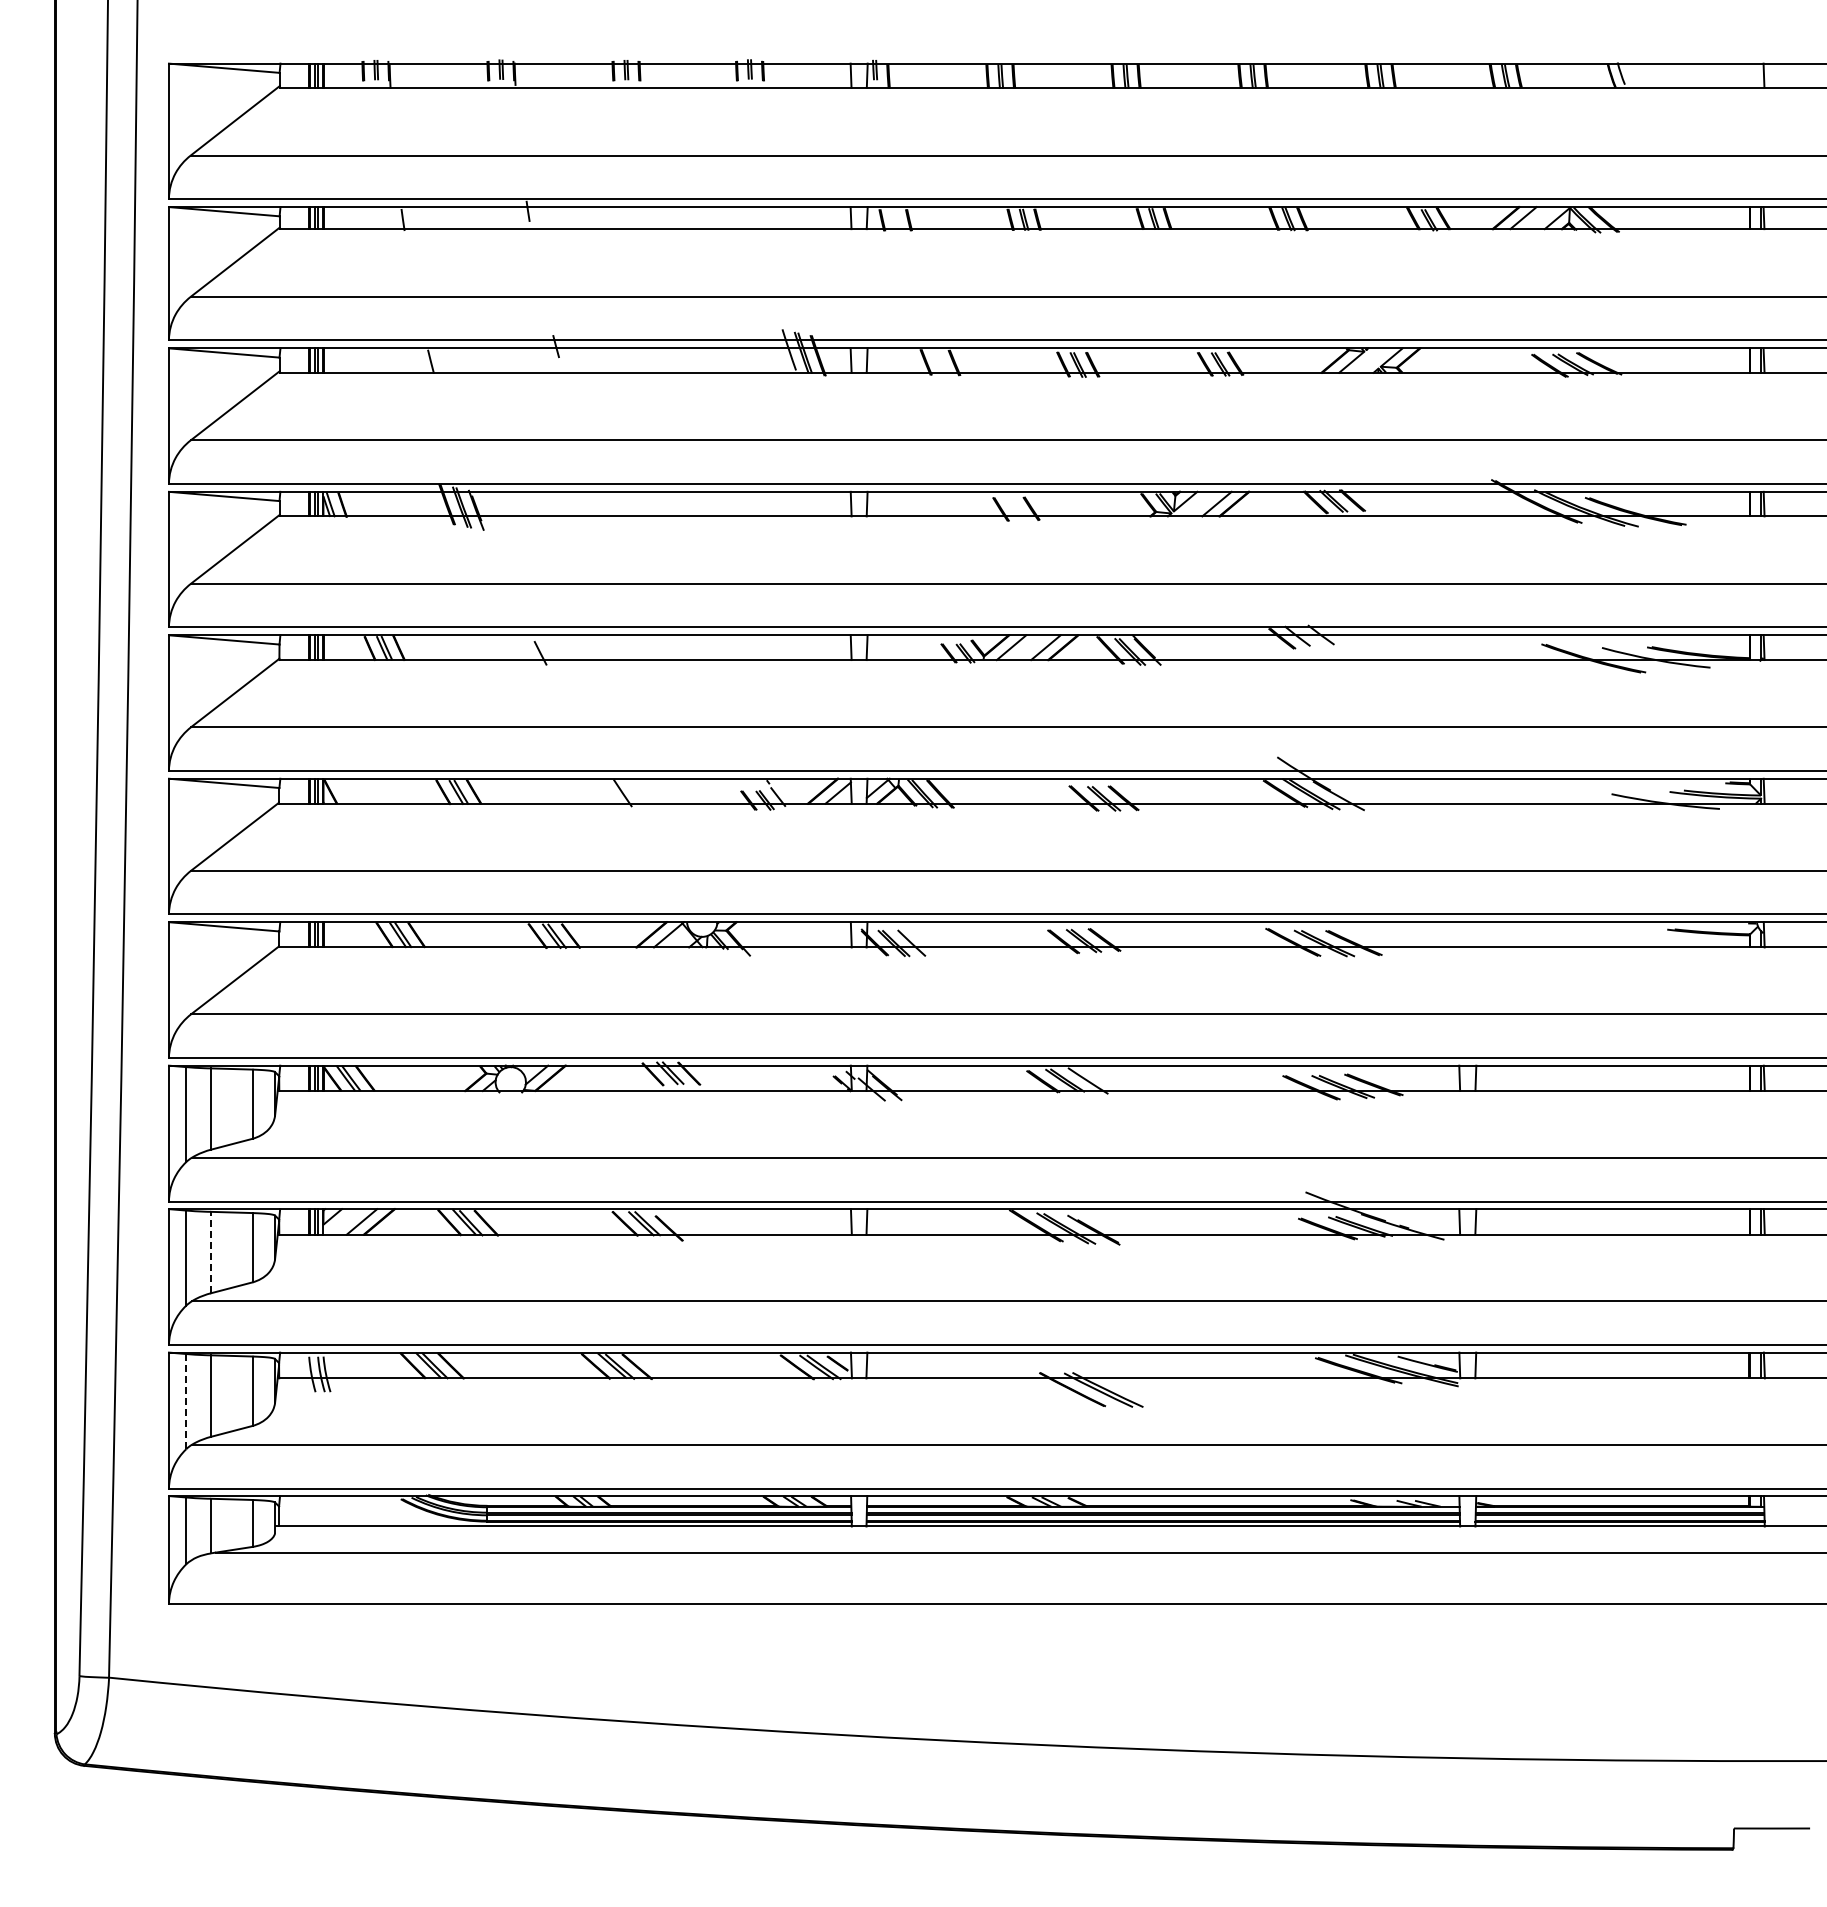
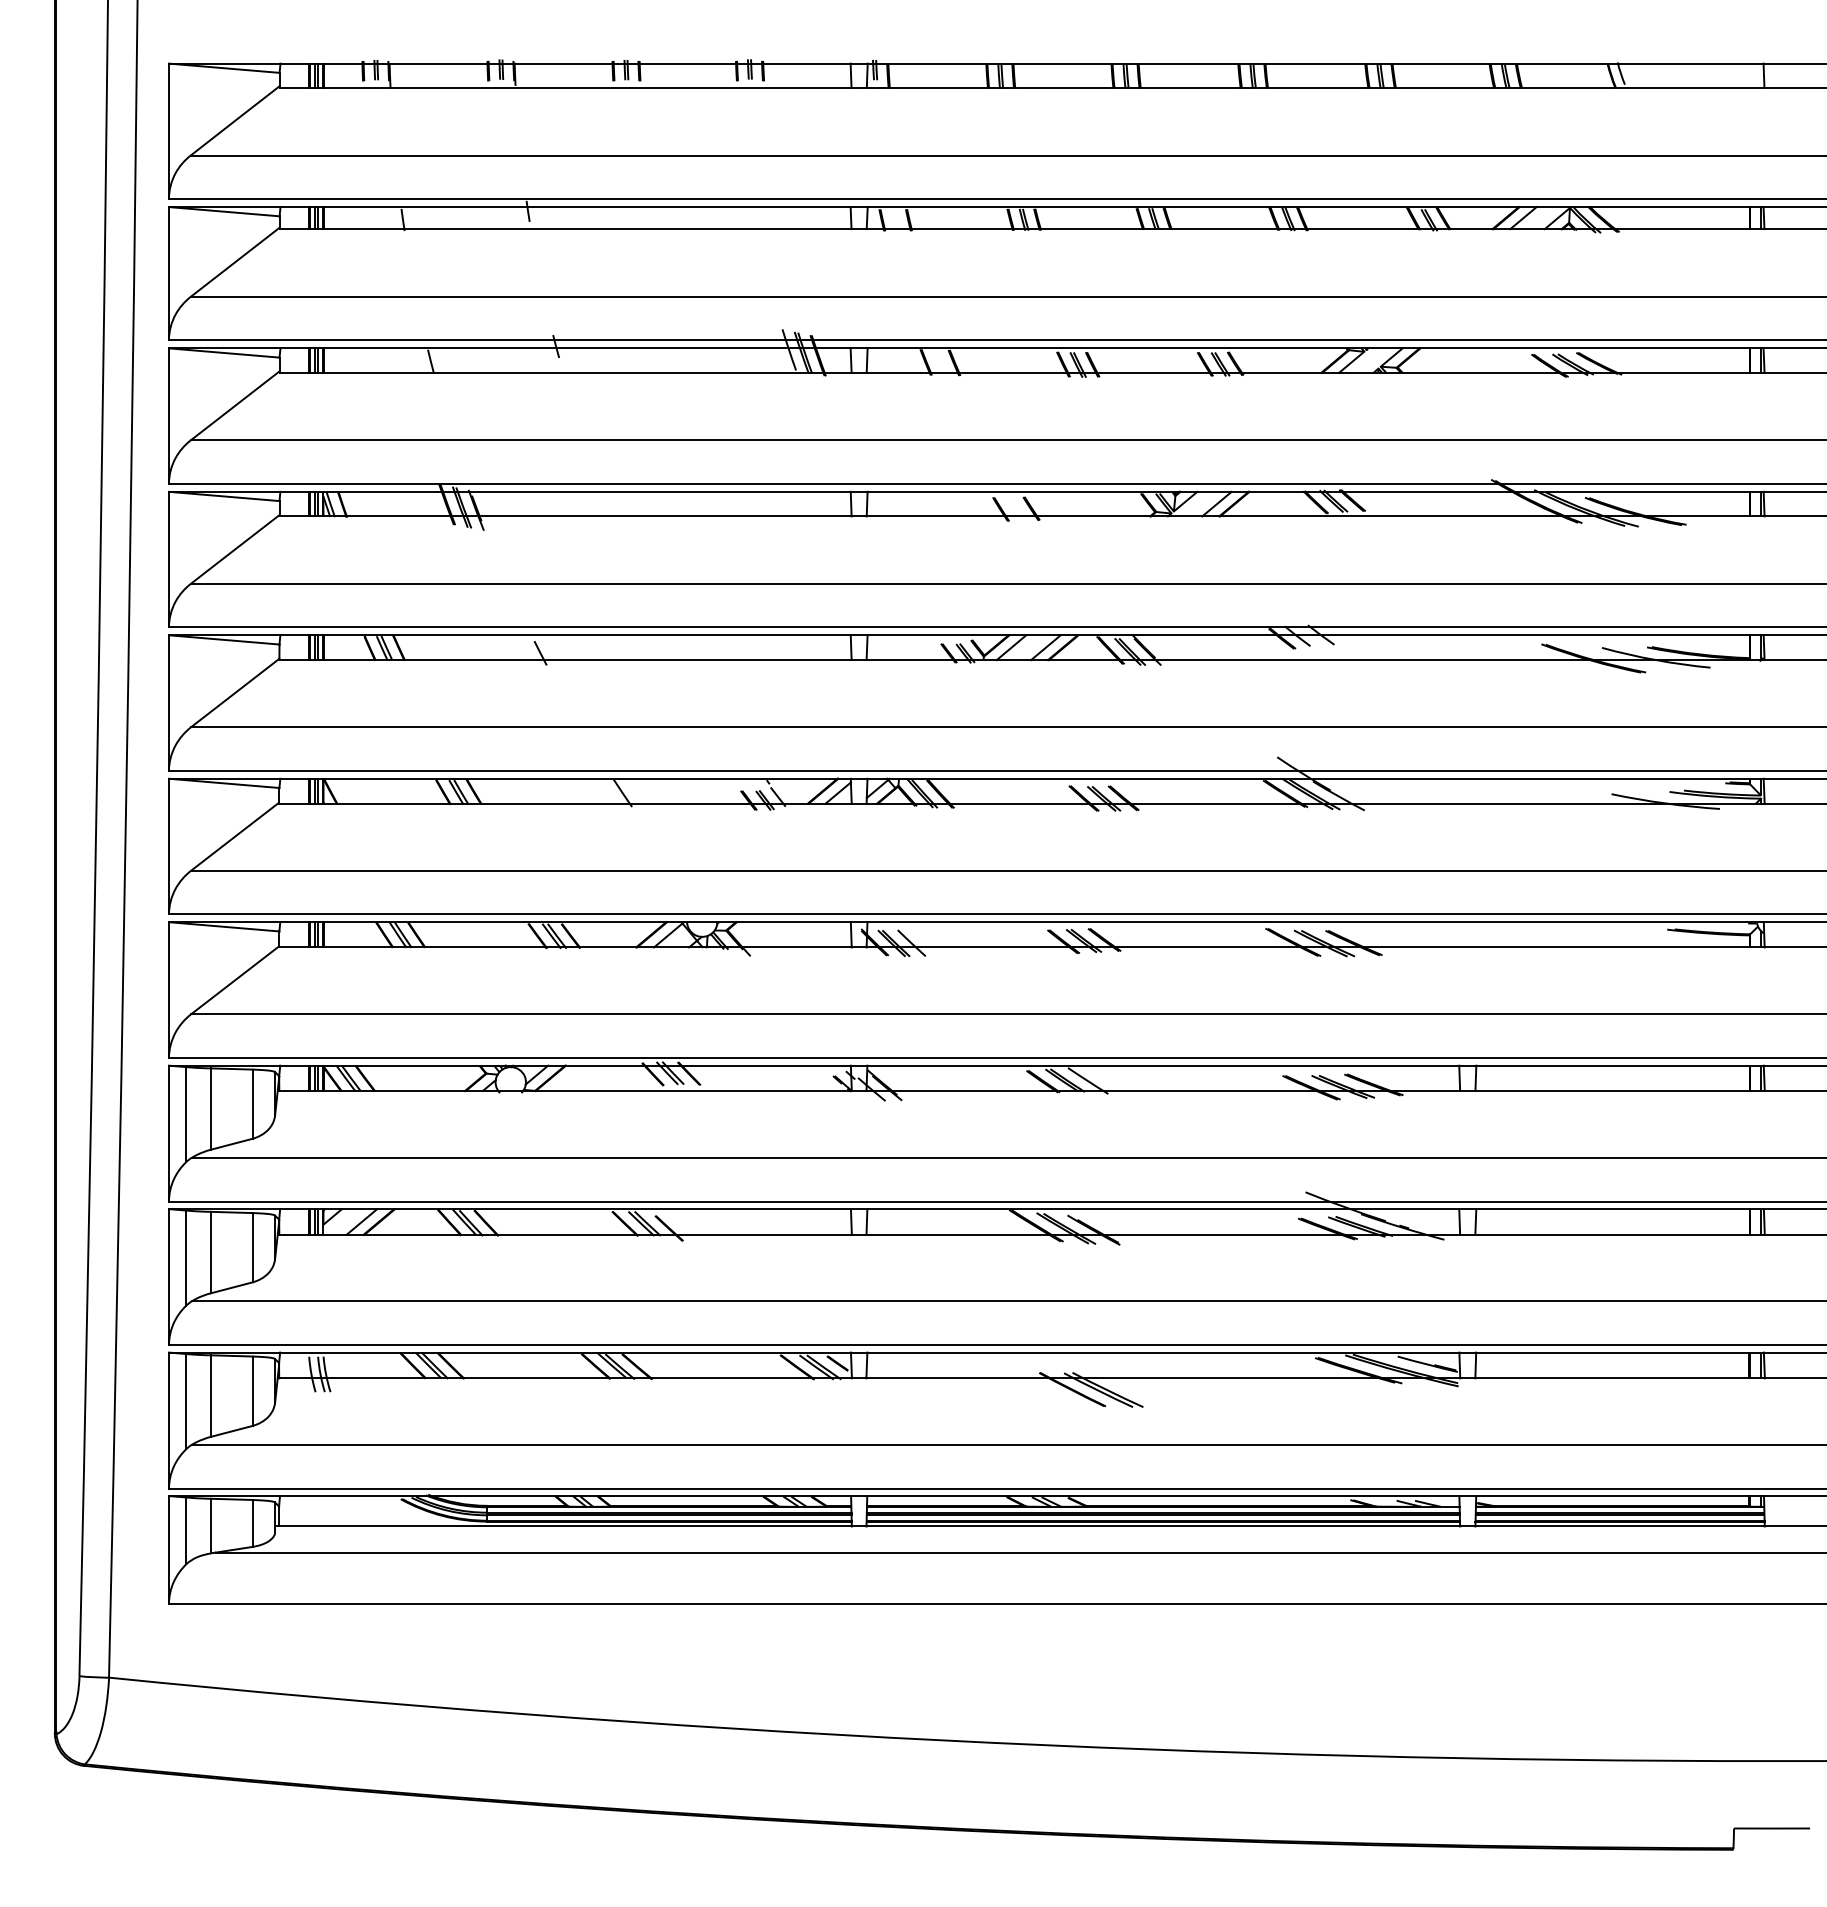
line at (211, 1252): dashed -> solid
line at (186, 1401): dashed -> solid
